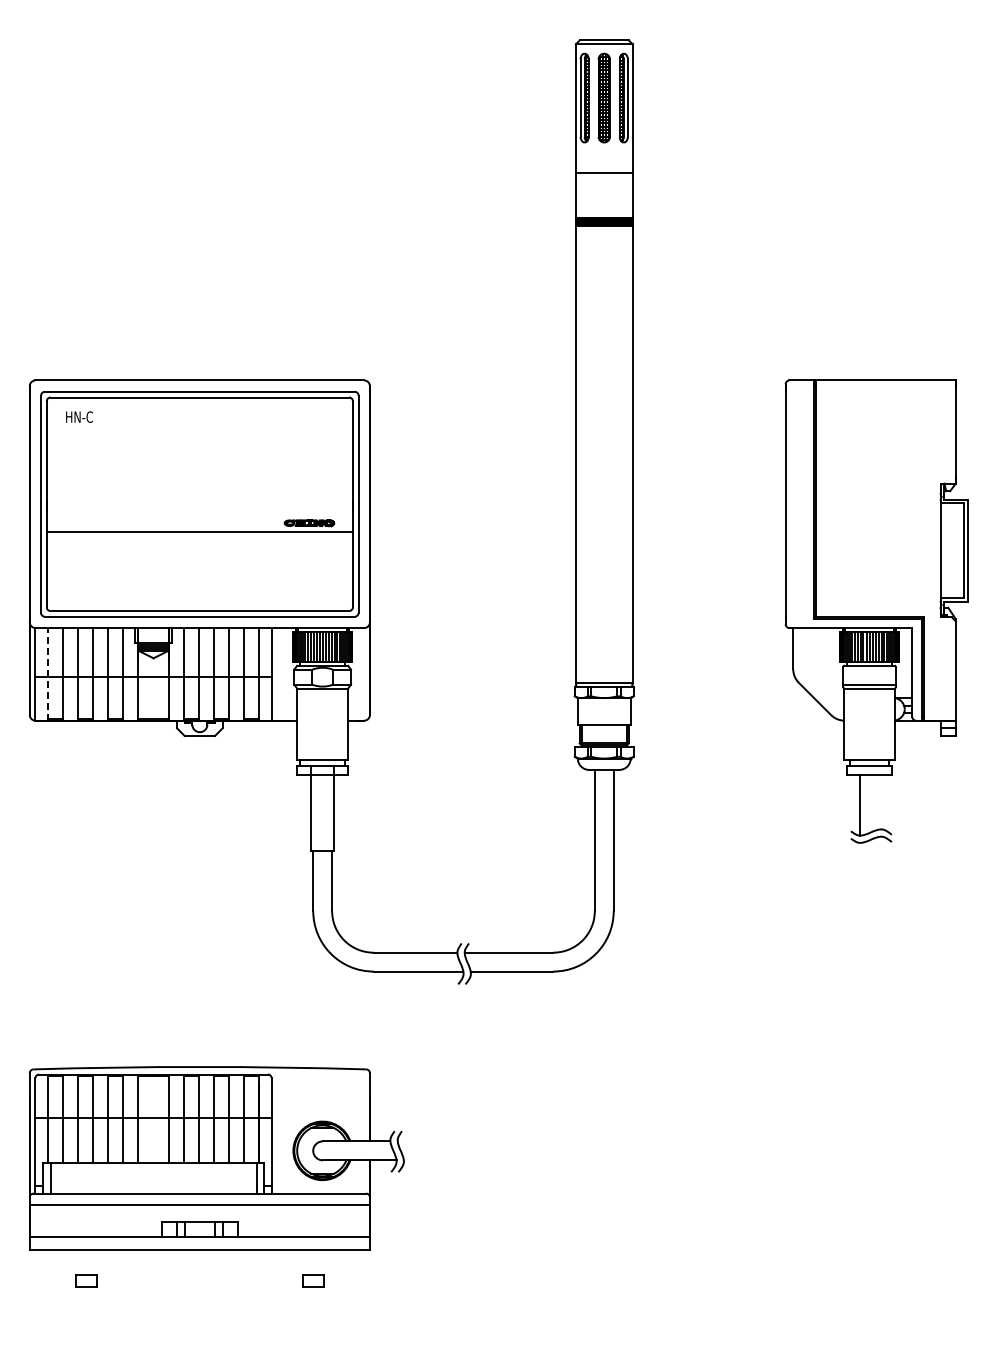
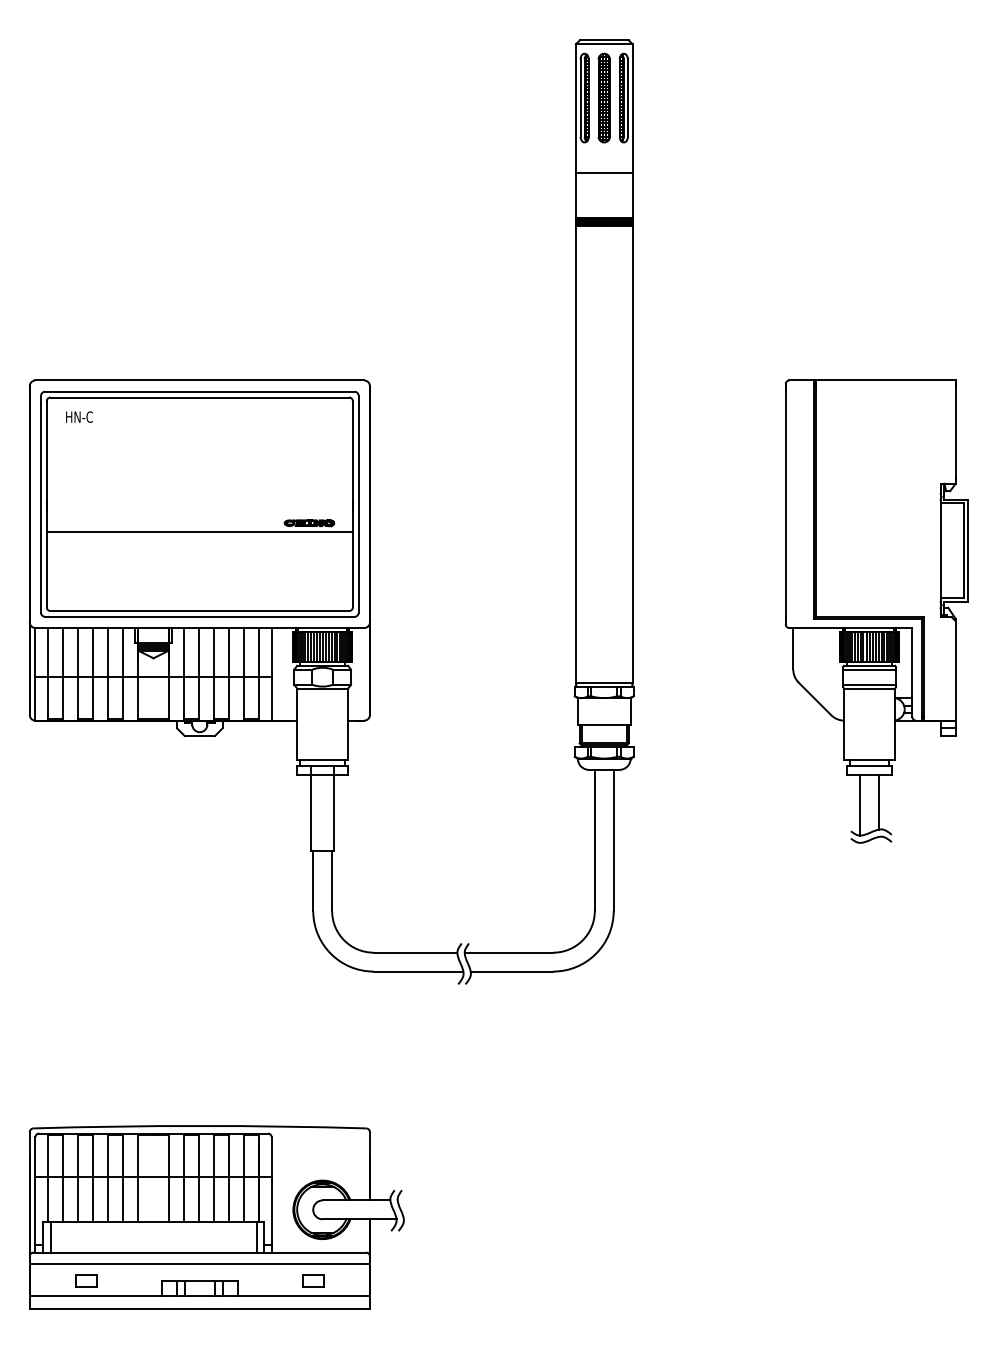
line at (869, 669): none -> present
line at (47, 673): dashed -> solid
line at (879, 802): none -> present
part at (216, 1158) position: (216, 1158) -> (216, 1217)
